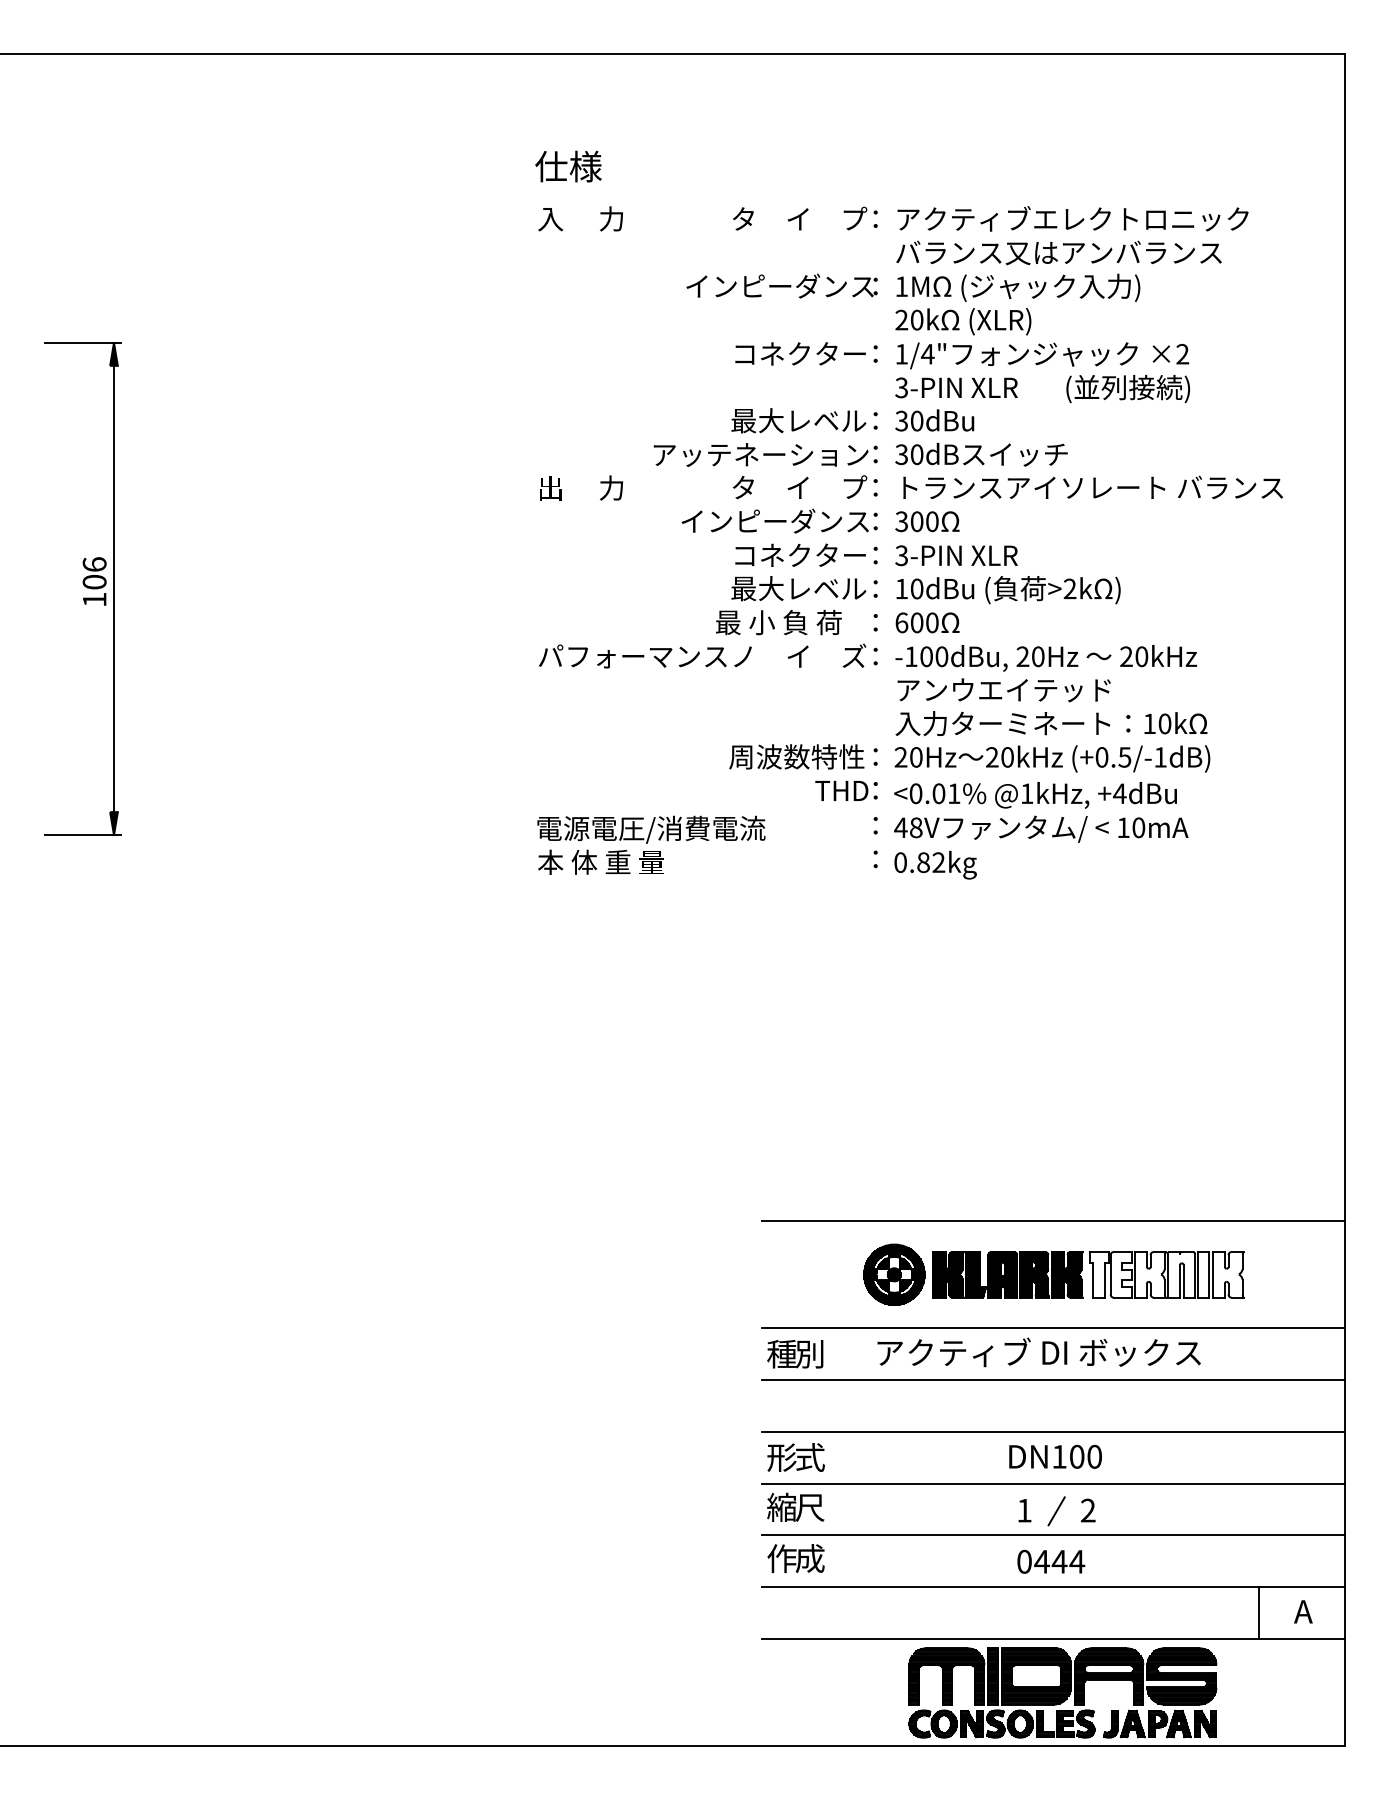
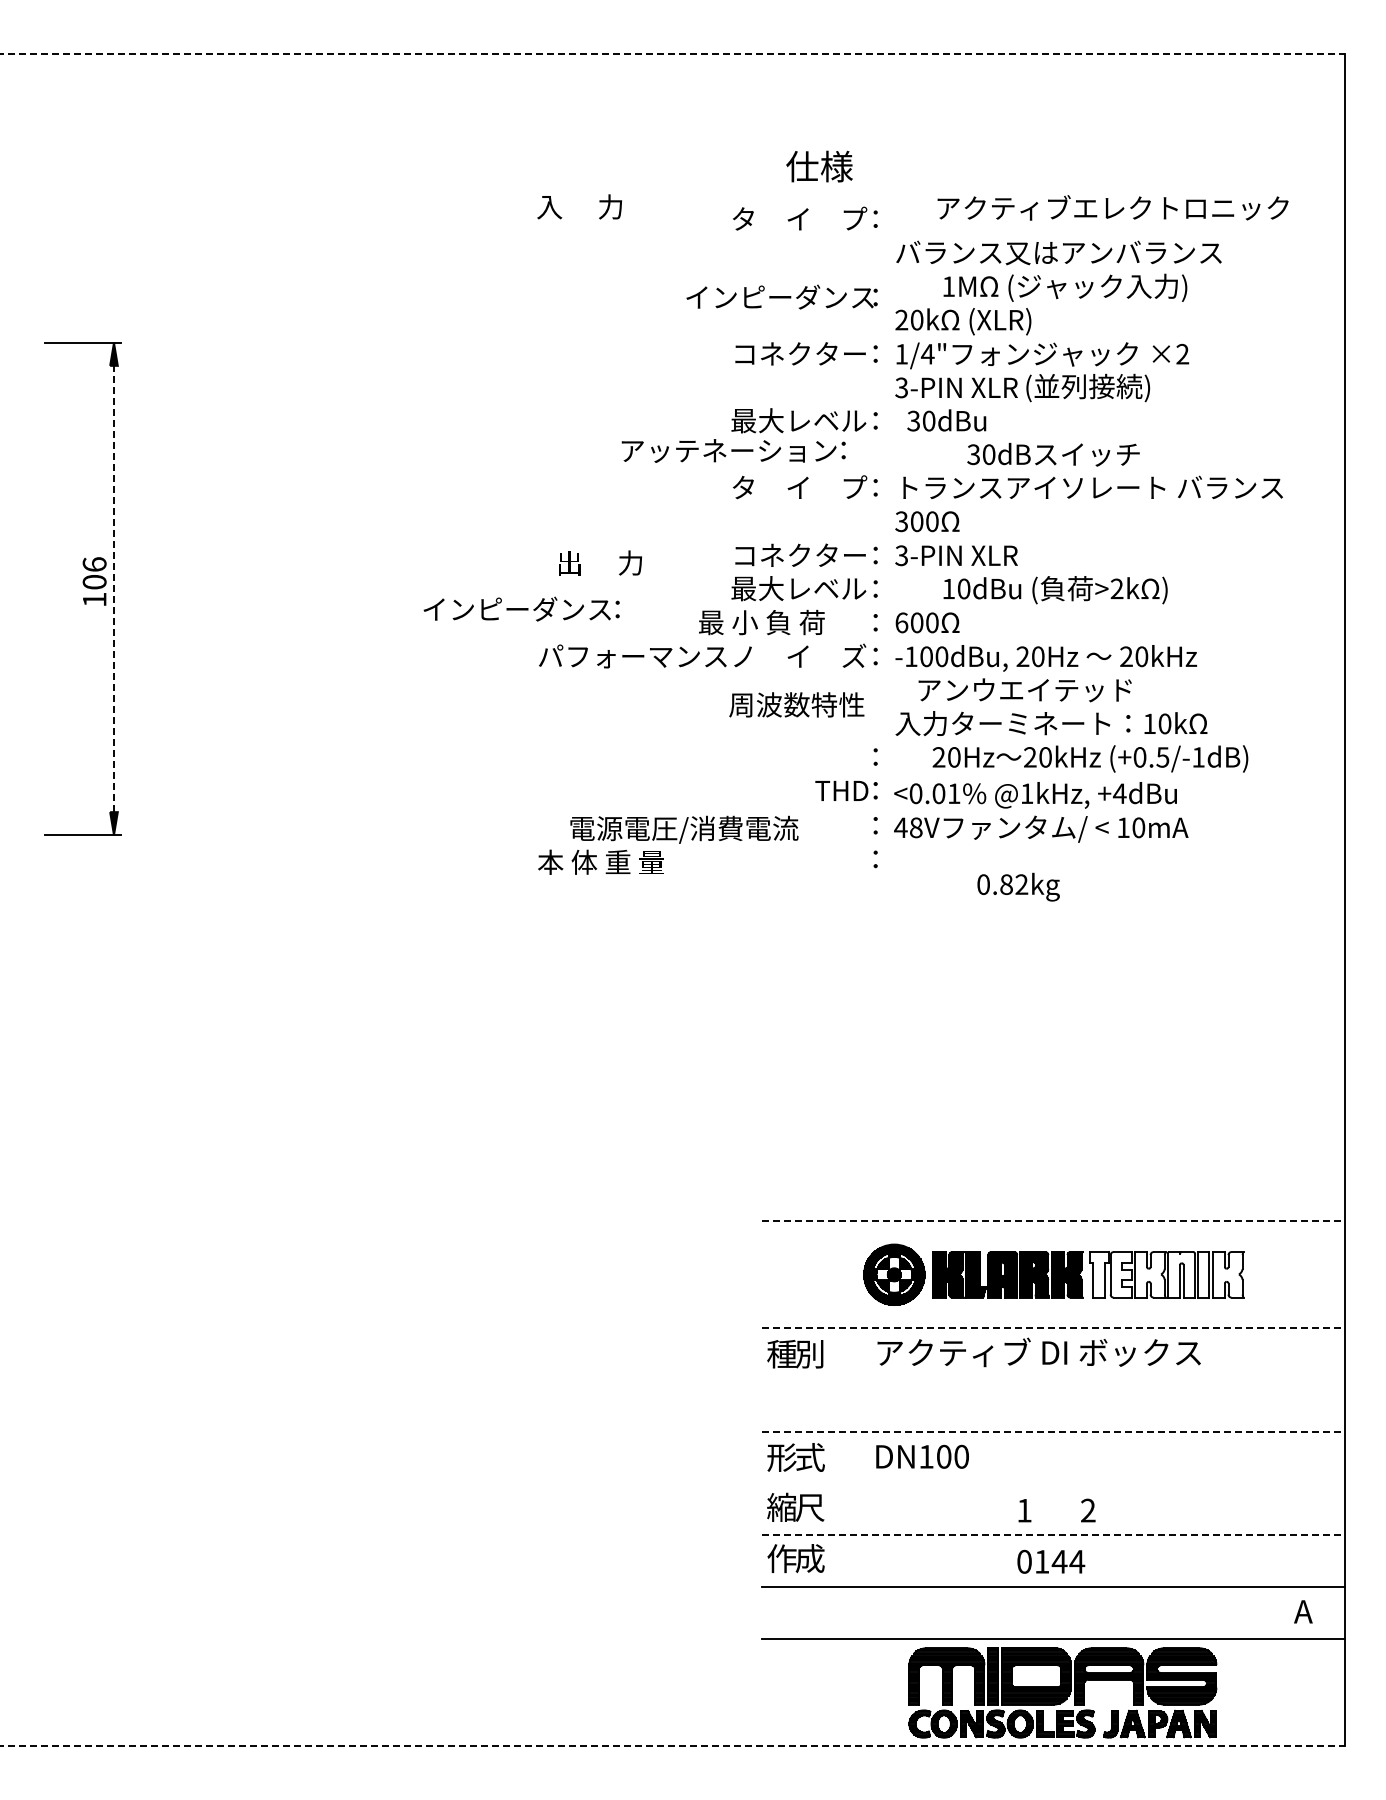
line at (672, 53): solid -> dashed
text at (568, 166) position: (568, 166) -> (819, 166)
text at (580, 218) position: (580, 218) -> (579, 206)
text at (1072, 218) position: (1072, 218) -> (1112, 207)
text at (781, 285) position: (781, 285) -> (781, 296)
text at (1018, 287) position: (1018, 287) -> (1065, 287)
text at (1128, 388) position: (1128, 388) -> (1088, 387)
text at (934, 420) position: (934, 420) -> (946, 420)
text at (765, 454) position: (765, 454) -> (733, 450)
text at (981, 454) position: (981, 454) -> (1053, 454)
text at (581, 487) position: (581, 487) -> (600, 562)
text at (779, 520) position: (779, 520) -> (521, 608)
line at (113, 589): solid -> dashed
text at (1008, 590) position: (1008, 590) -> (1055, 590)
text at (778, 622) position: (778, 622) -> (761, 622)
text at (1003, 690) position: (1003, 690) -> (1024, 690)
text at (796, 756) position: (796, 756) -> (796, 704)
text at (1052, 758) position: (1052, 758) -> (1090, 758)
text at (651, 829) position: (651, 829) -> (684, 829)
text at (935, 864) position: (935, 864) -> (1018, 886)
line at (1053, 1221): solid -> dashed
line at (1053, 1328): solid -> dashed
line at (1053, 1379): present -> none
line at (1053, 1431): solid -> dashed
text at (1055, 1456) position: (1055, 1456) -> (922, 1456)
line at (1053, 1483): present -> none
line at (1056, 1511): present -> none
line at (1053, 1535): solid -> dashed
text at (1041, 1561): 0444 -> 0144
line at (1258, 1613): present -> none
line at (672, 1745): solid -> dashed
